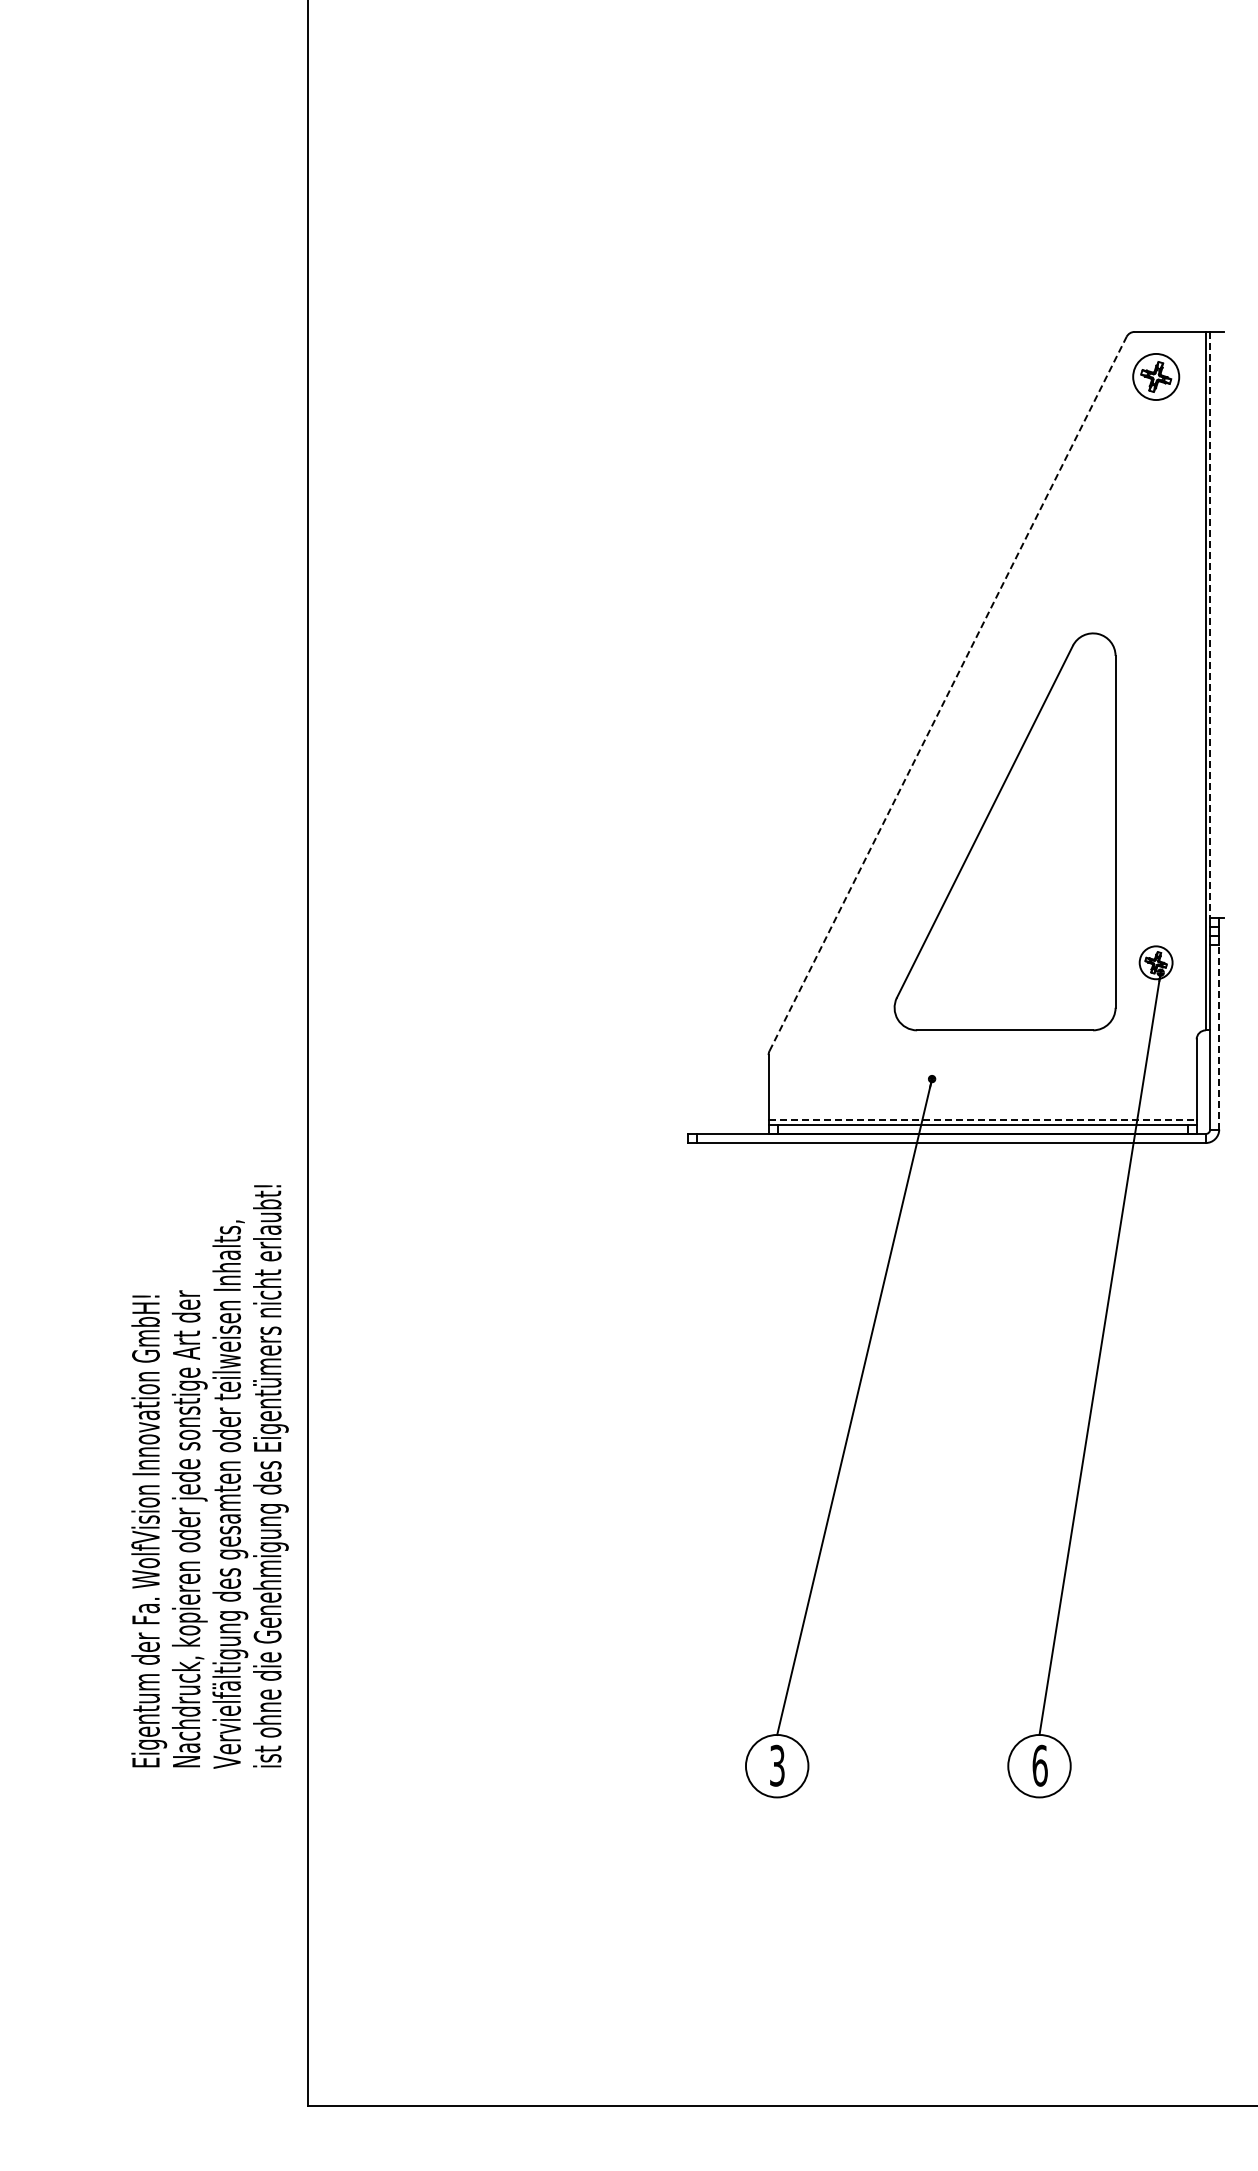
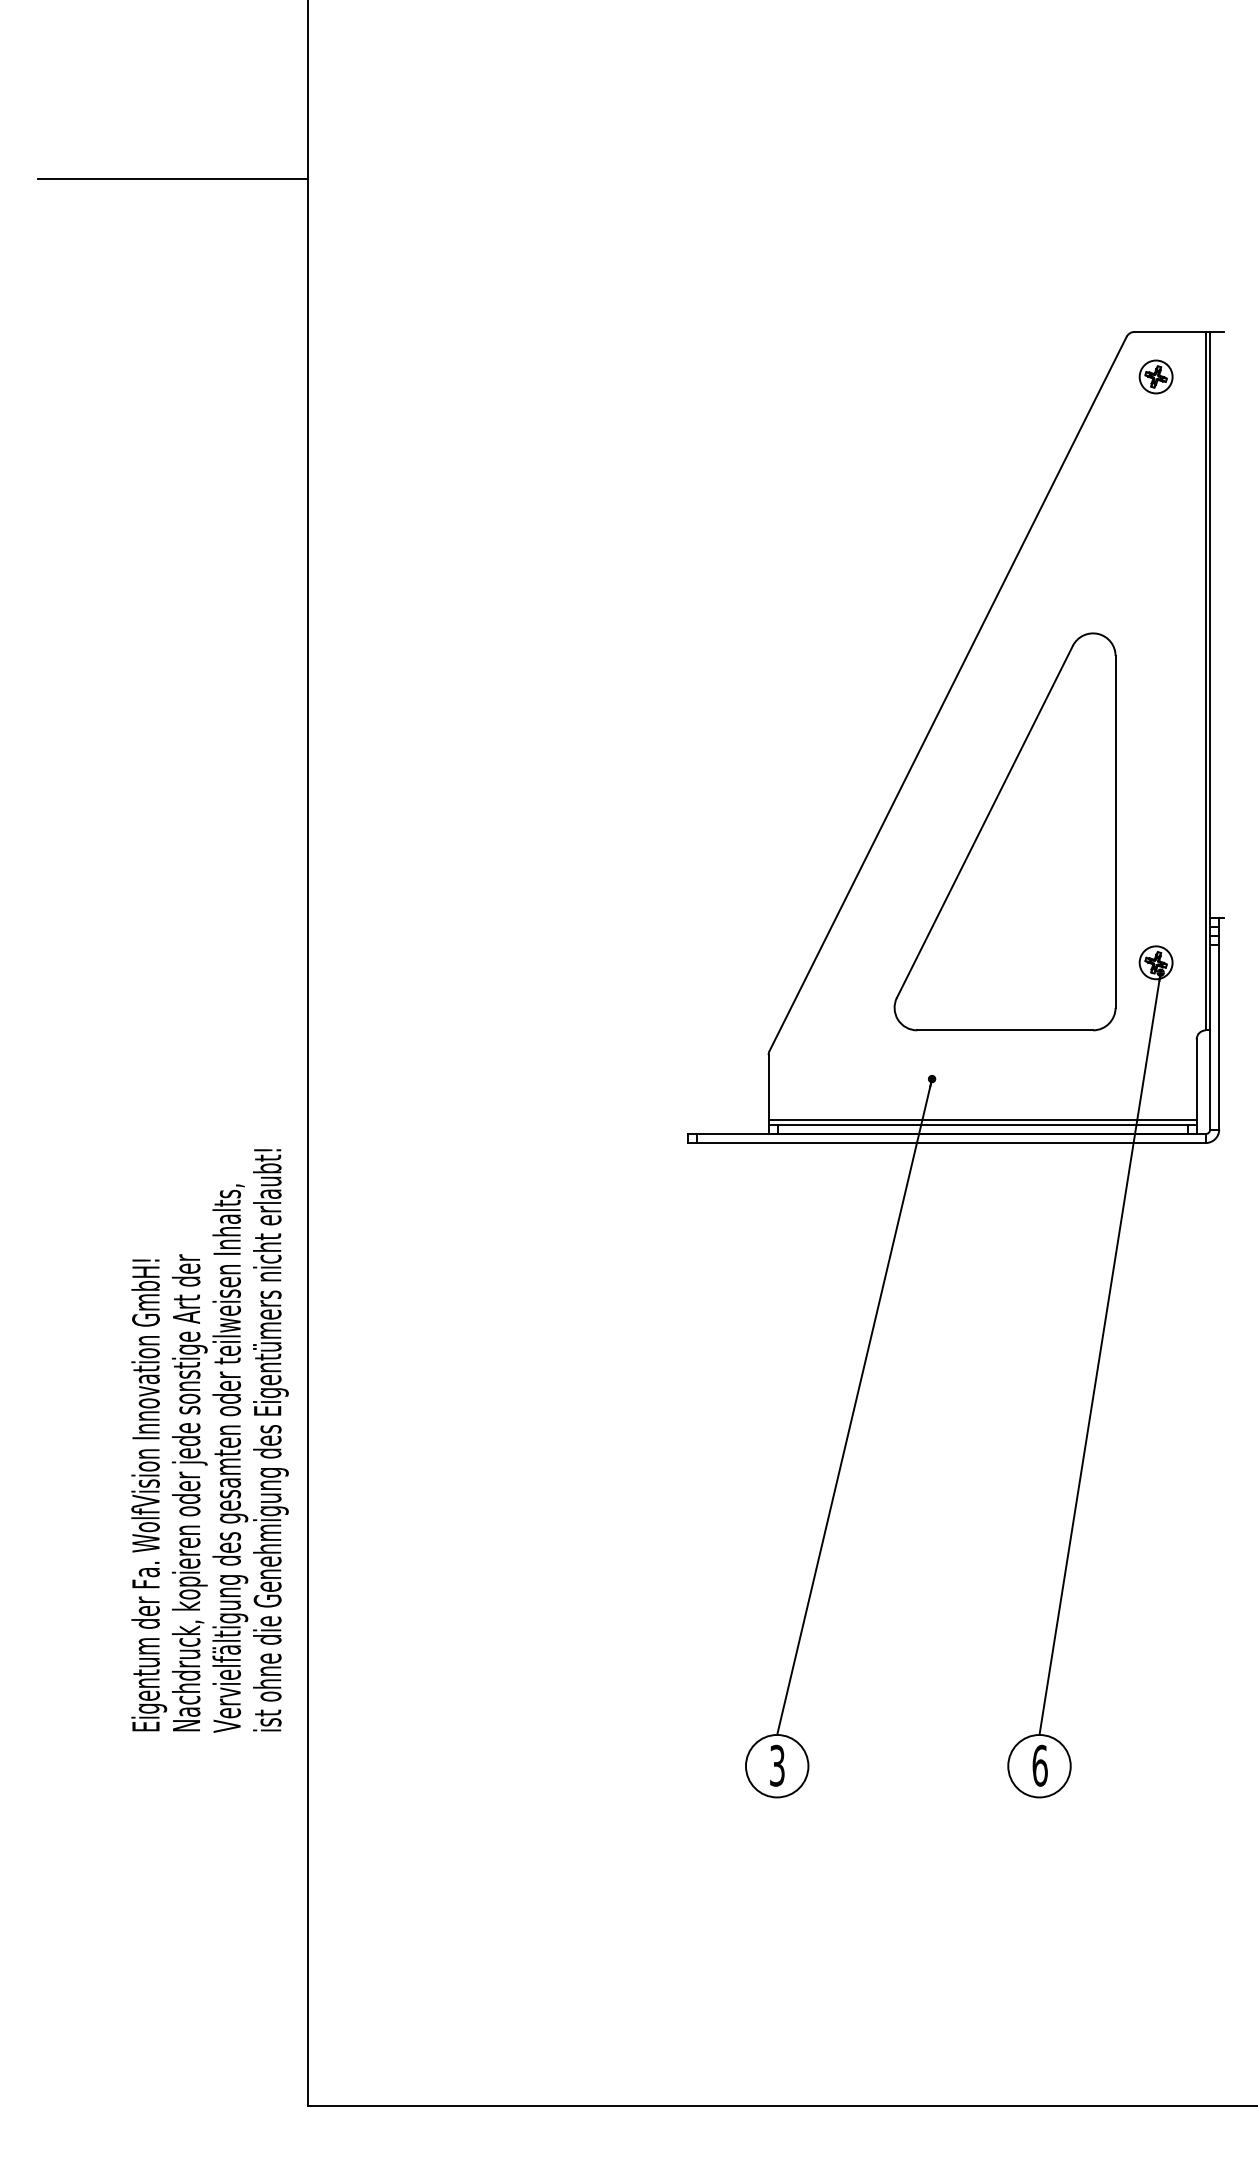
line at (172, 179): none -> present
part at (1156, 376) size: 49x48 px -> 36x36 px
line at (1210, 624): dashed -> solid
line at (948, 693): dashed -> solid
line at (1219, 1036): dashed -> solid
line at (983, 1120): dashed -> solid
text at (209, 1476) position: (209, 1476) -> (209, 1440)
